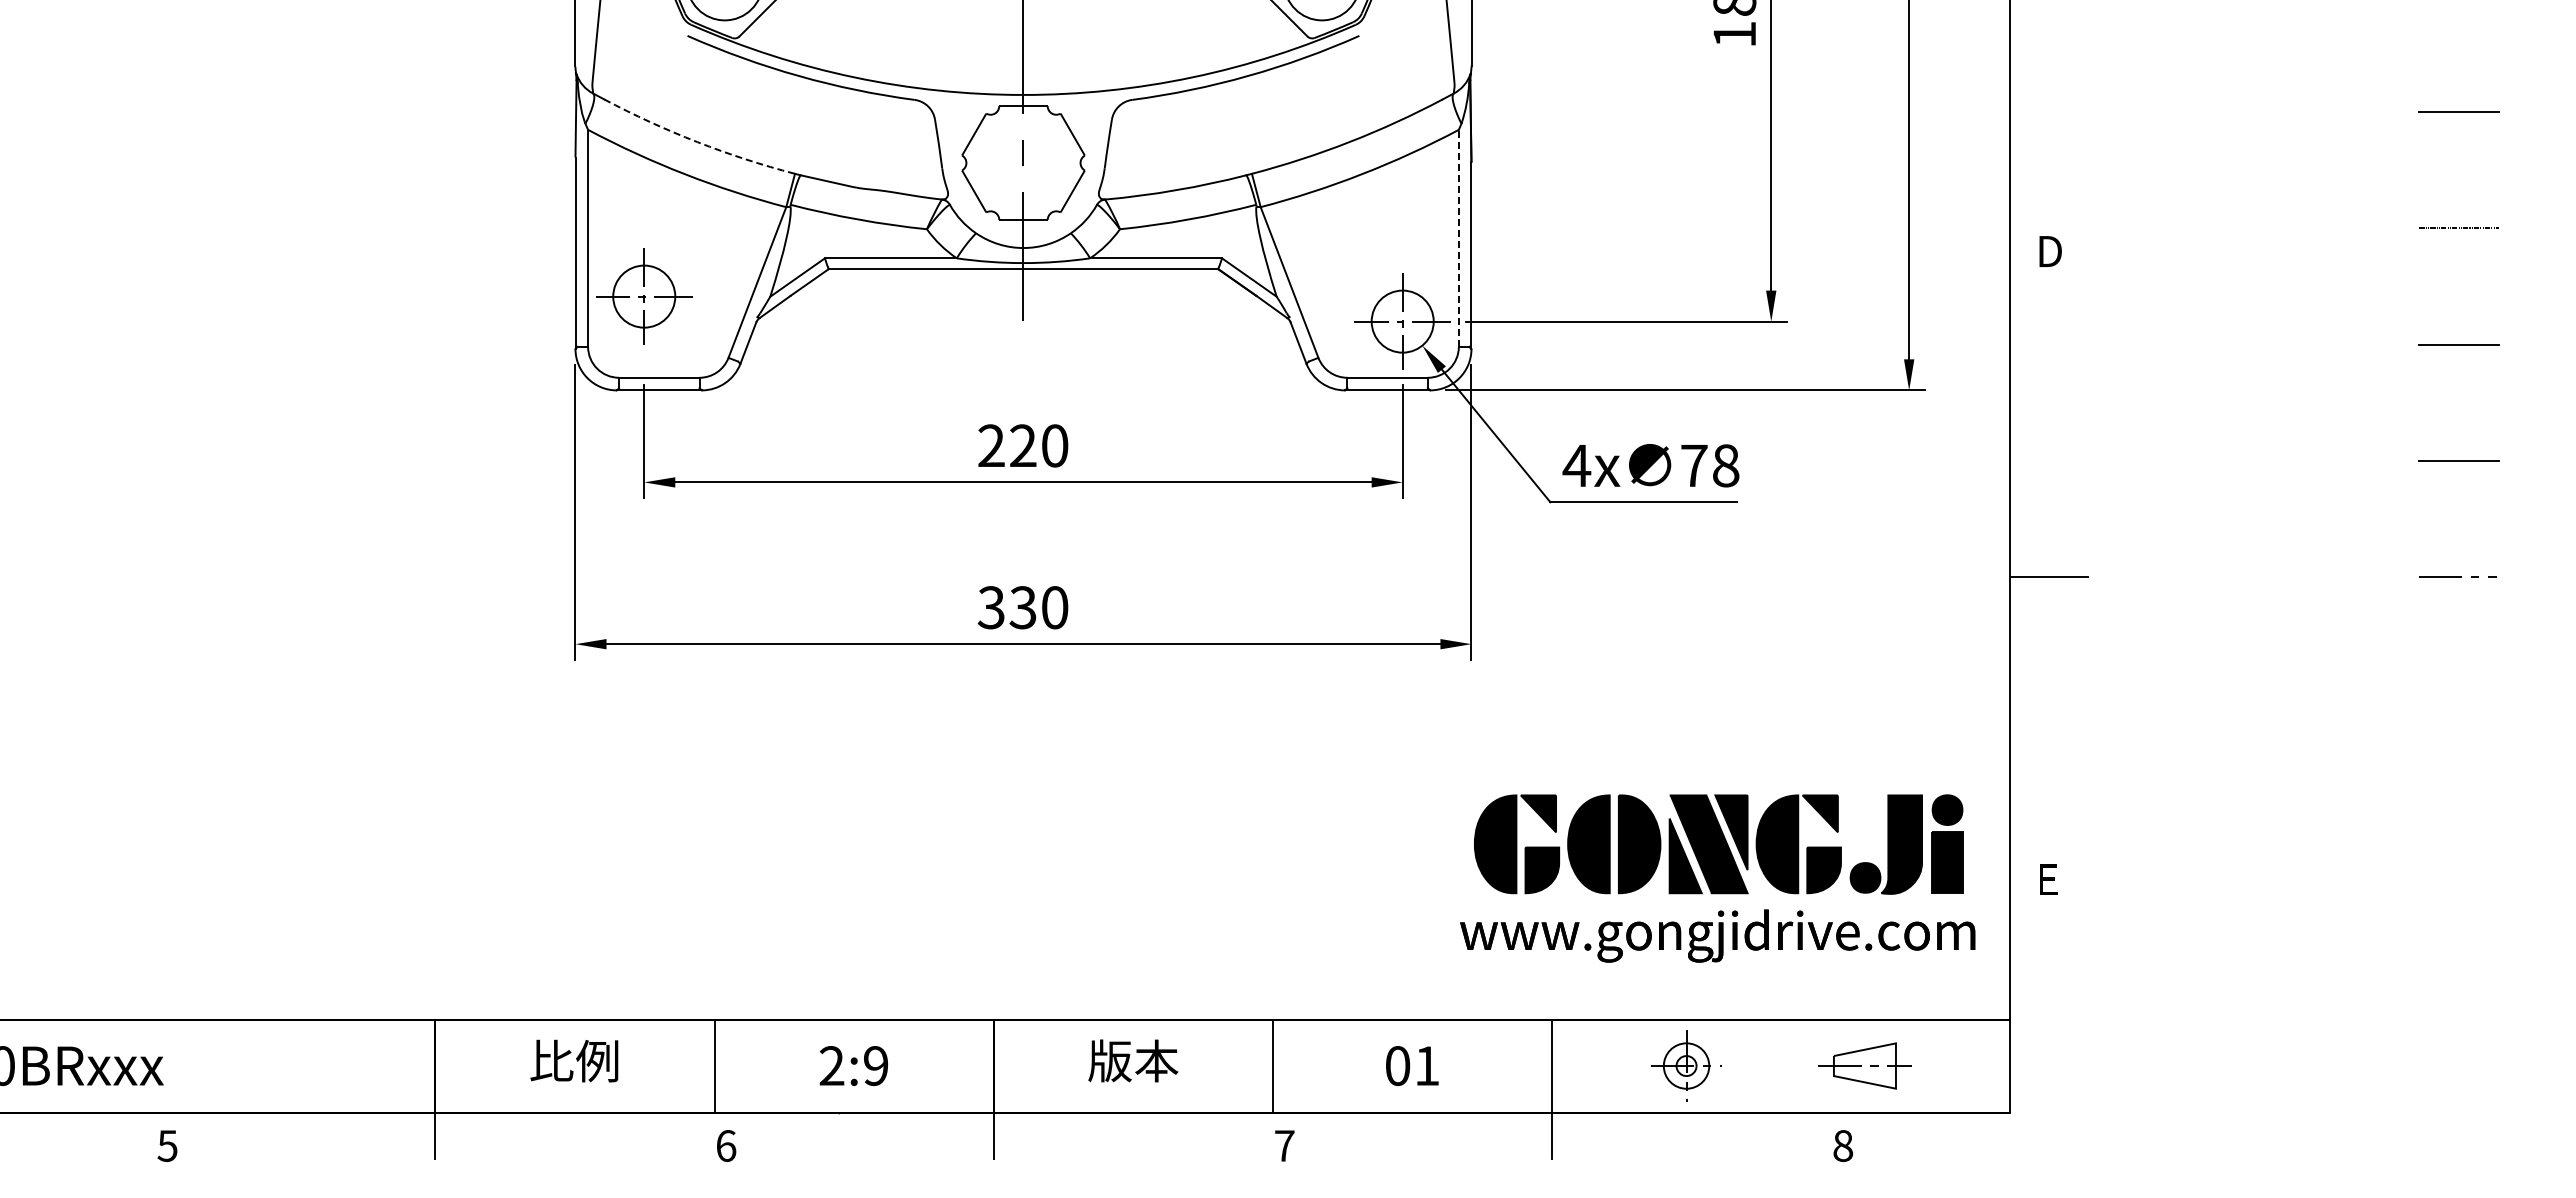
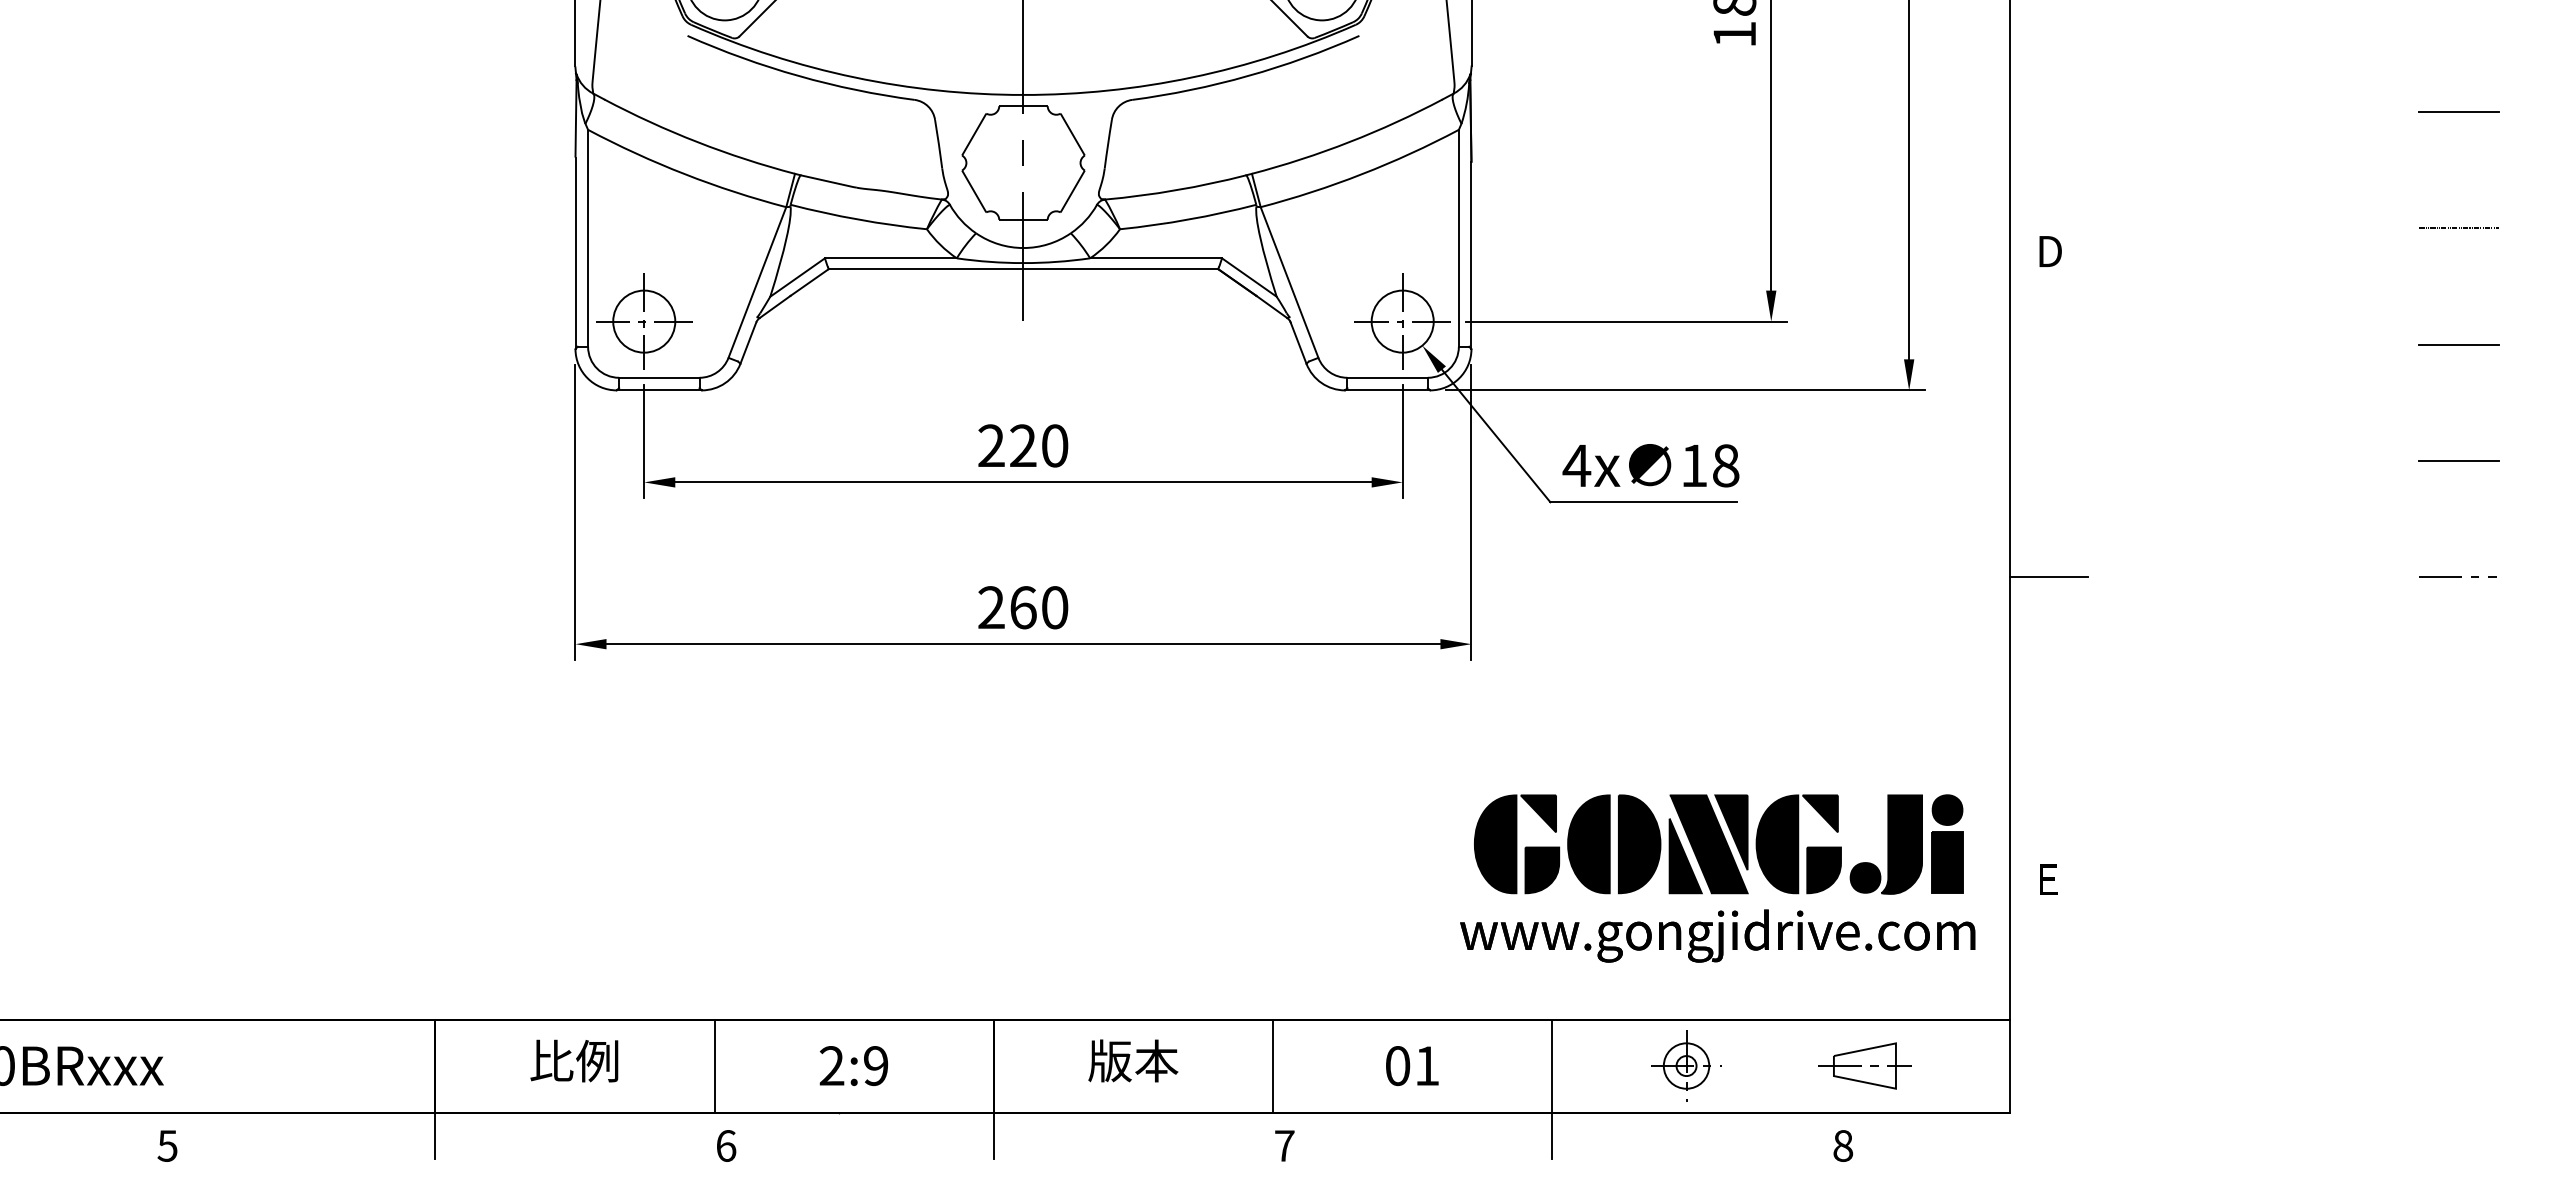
arc at (697, 142): dashed -> solid
line at (1458, 237): dashed -> solid
part at (644, 296) position: (644, 296) -> (644, 321)
text at (1694, 465): 78 -> 18
text at (1006, 607): 330 -> 260
